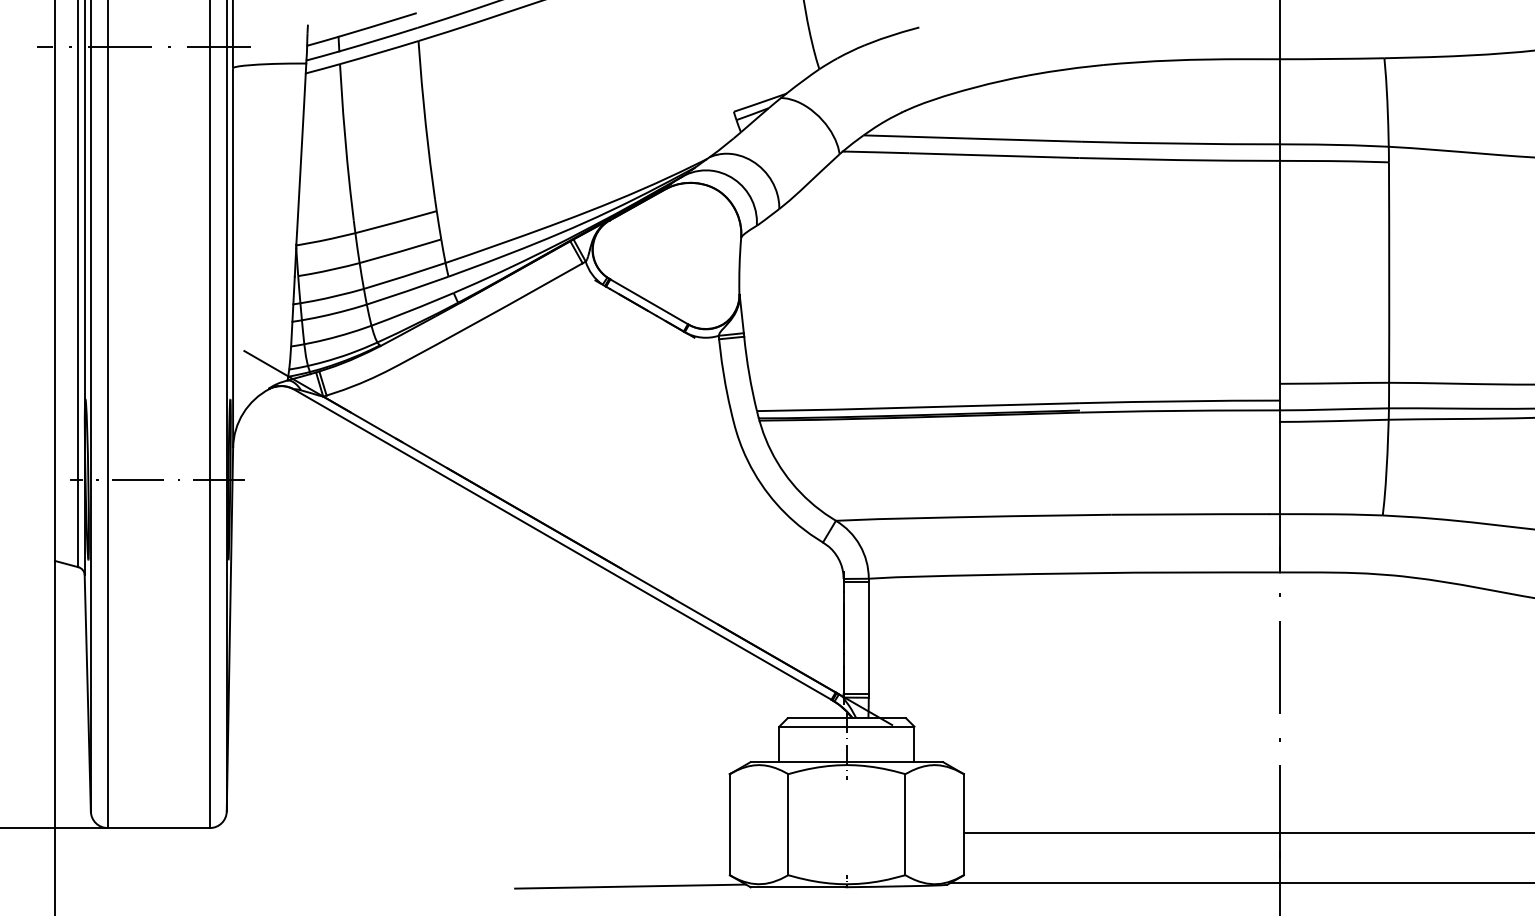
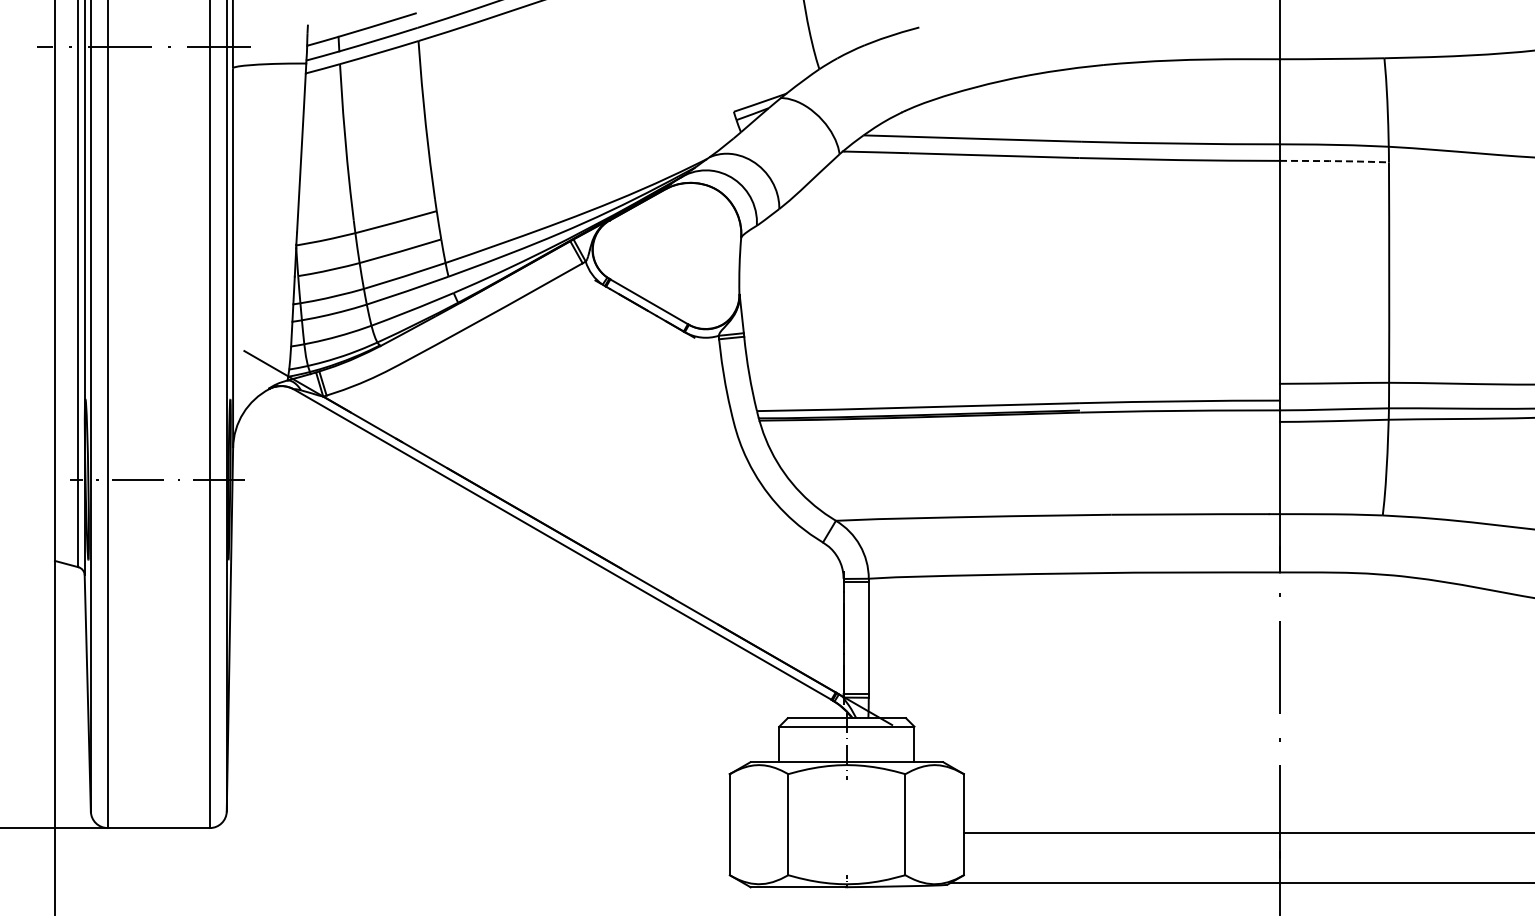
line at (1335, 161): solid -> dashed
line at (630, 886): present -> none
